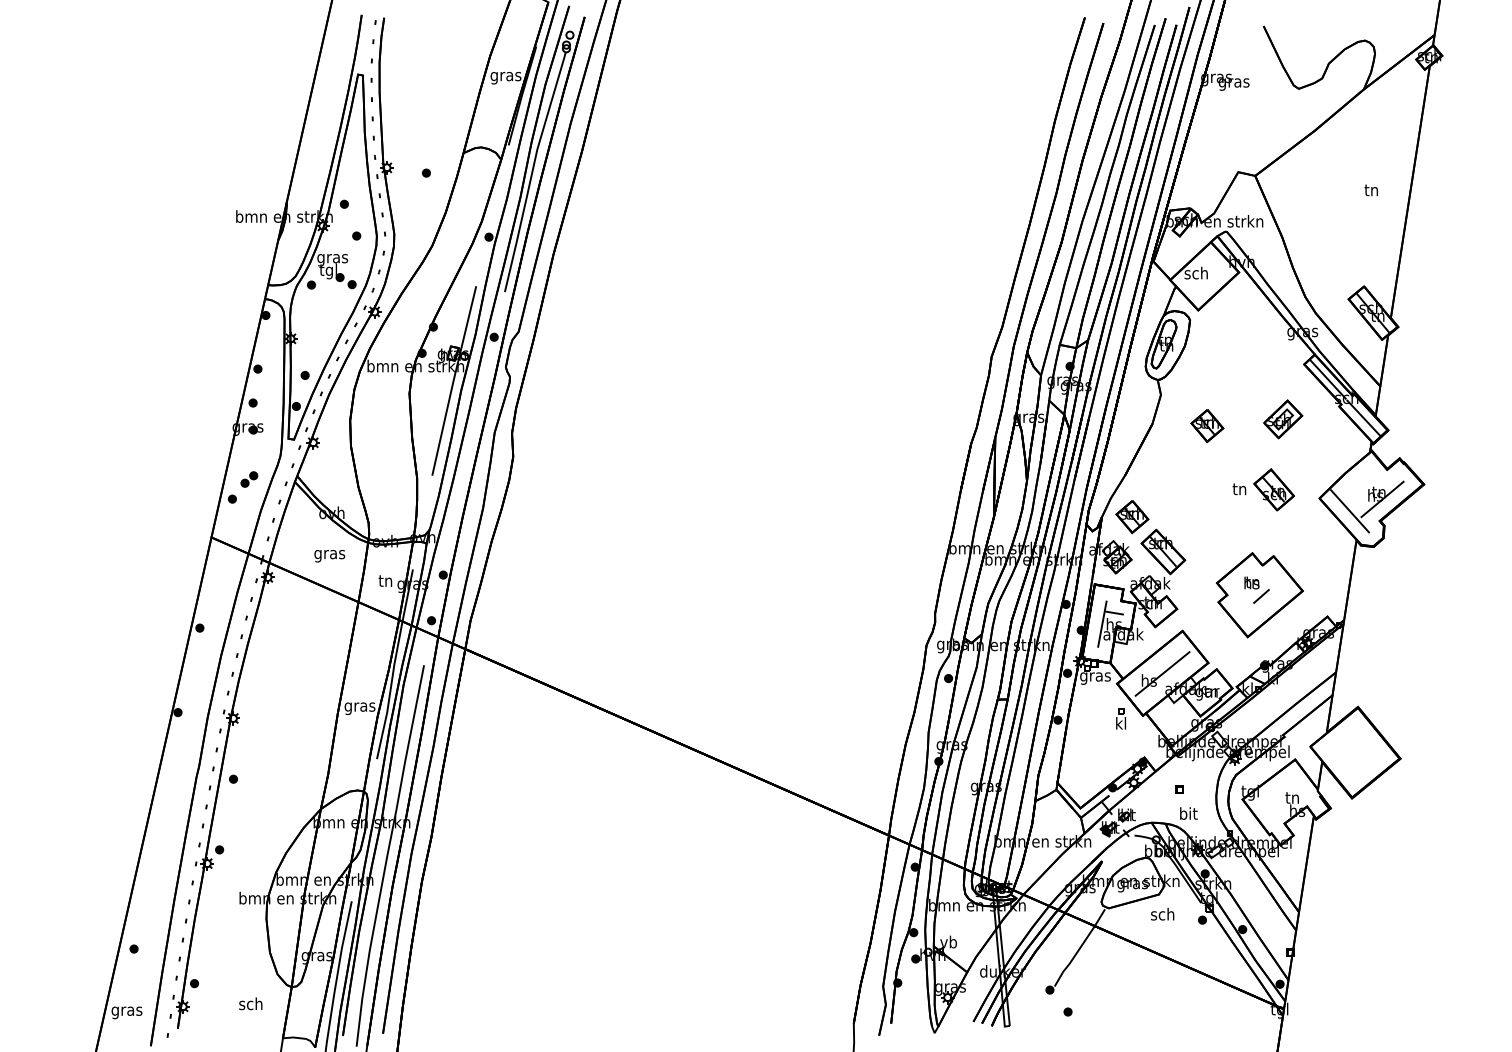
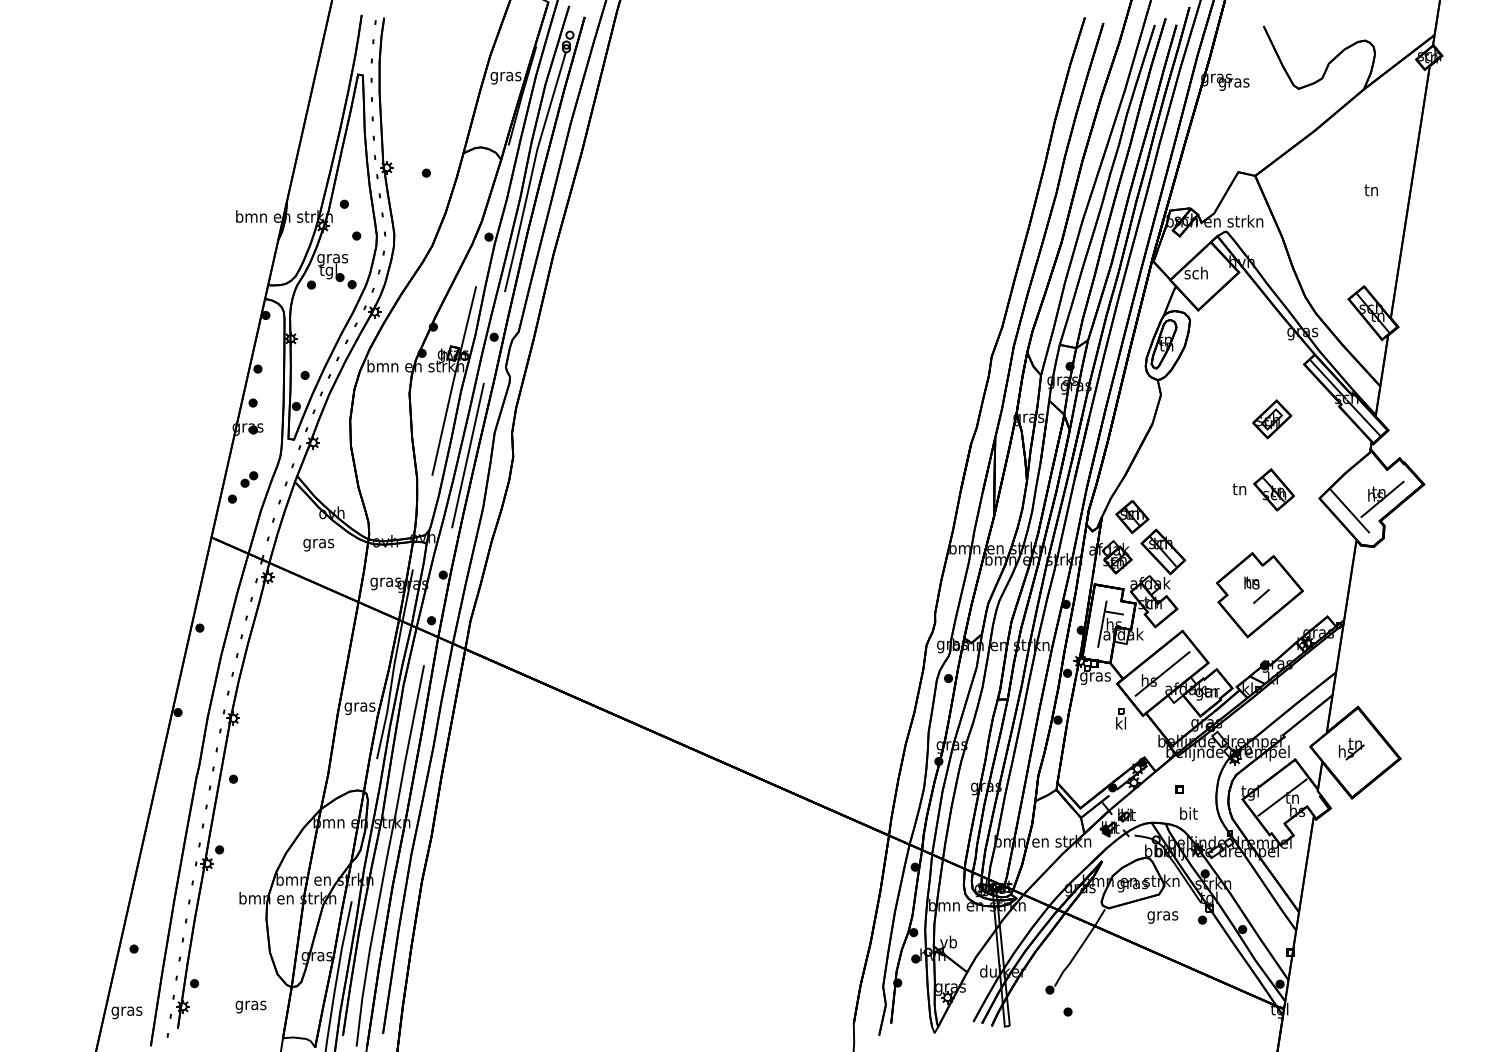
part at (1283, 419) position: (1283, 419) -> (1272, 419)
part at (1207, 426): present -> none
line at (467, 455): none -> present
text at (329, 556) position: (329, 556) -> (318, 545)
text at (385, 582): tn -> gras
part at (1351, 749): none -> present
line at (1282, 797): none -> present
text at (1162, 915): sch -> gras
text at (250, 1005): sch -> gras
